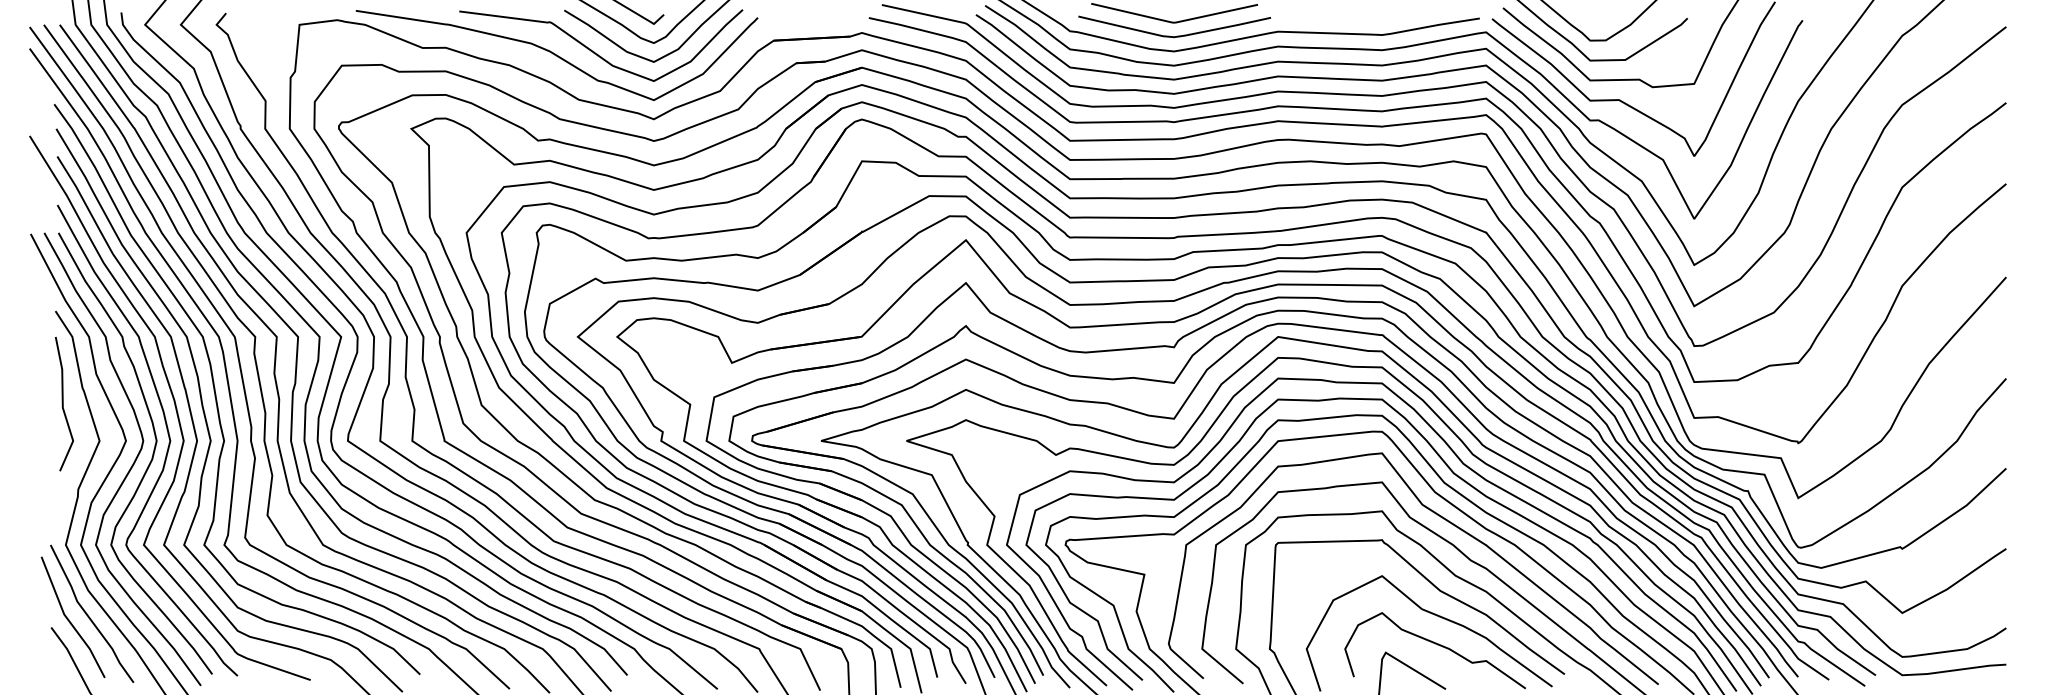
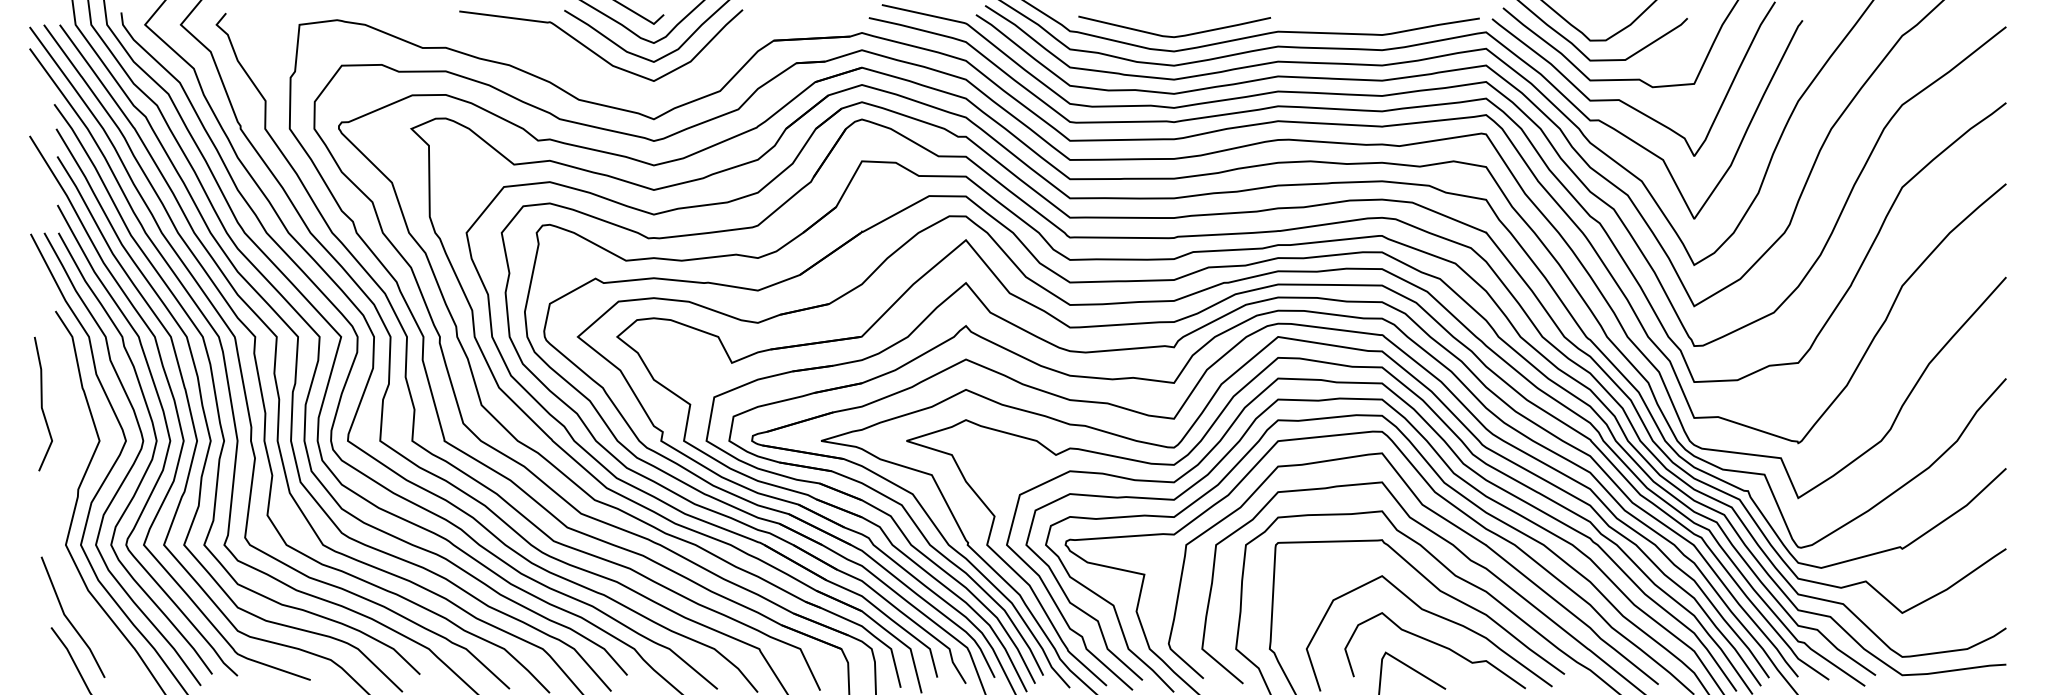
line at (1174, 21): present -> none
curve at (556, 55): present -> none
line at (63, 403) position: (63, 403) -> (42, 403)
curve at (88, 614): present -> none
